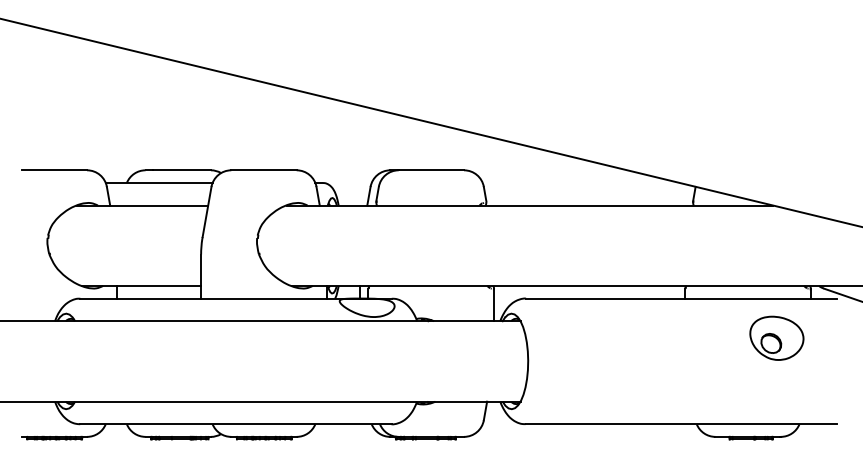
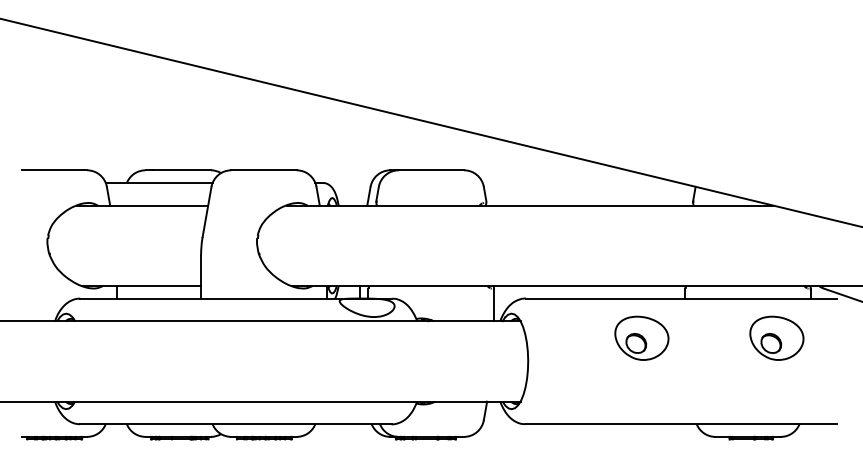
part at (641, 337): none -> present
